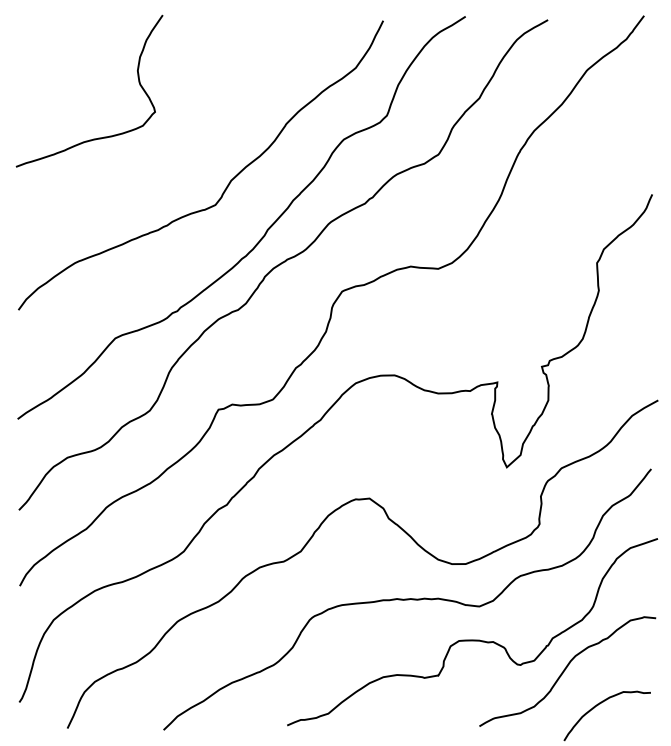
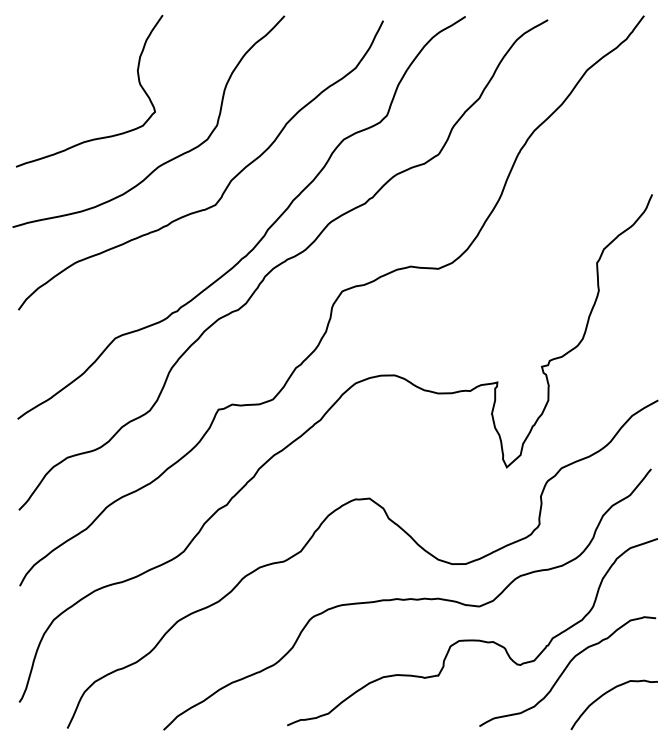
curve at (173, 157): none -> present
curve at (600, 704) position: (600, 704) -> (607, 693)
